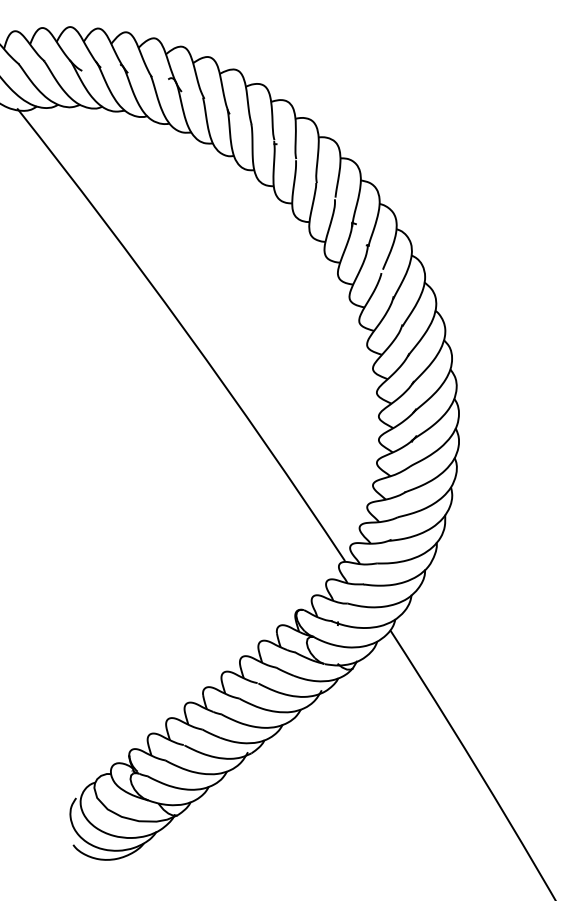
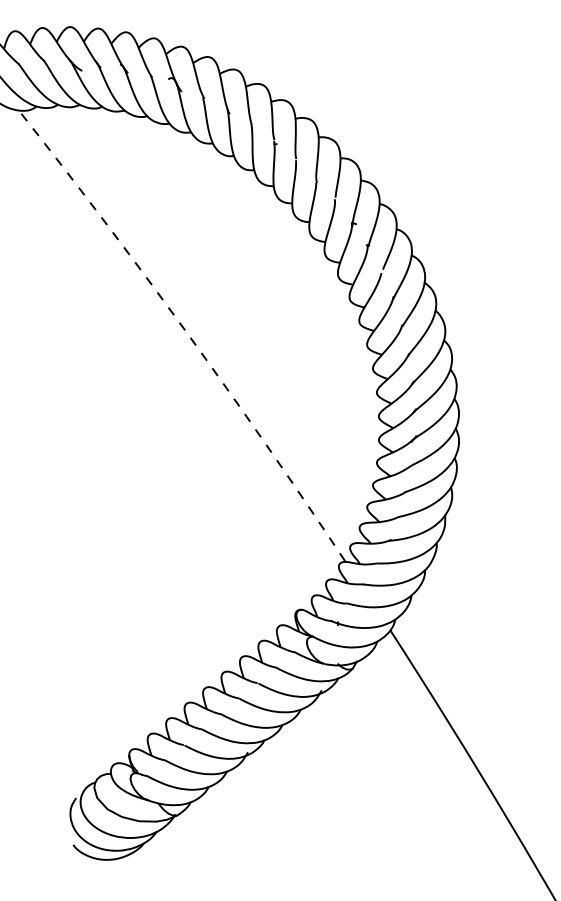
arc at (185, 331): solid -> dashed
